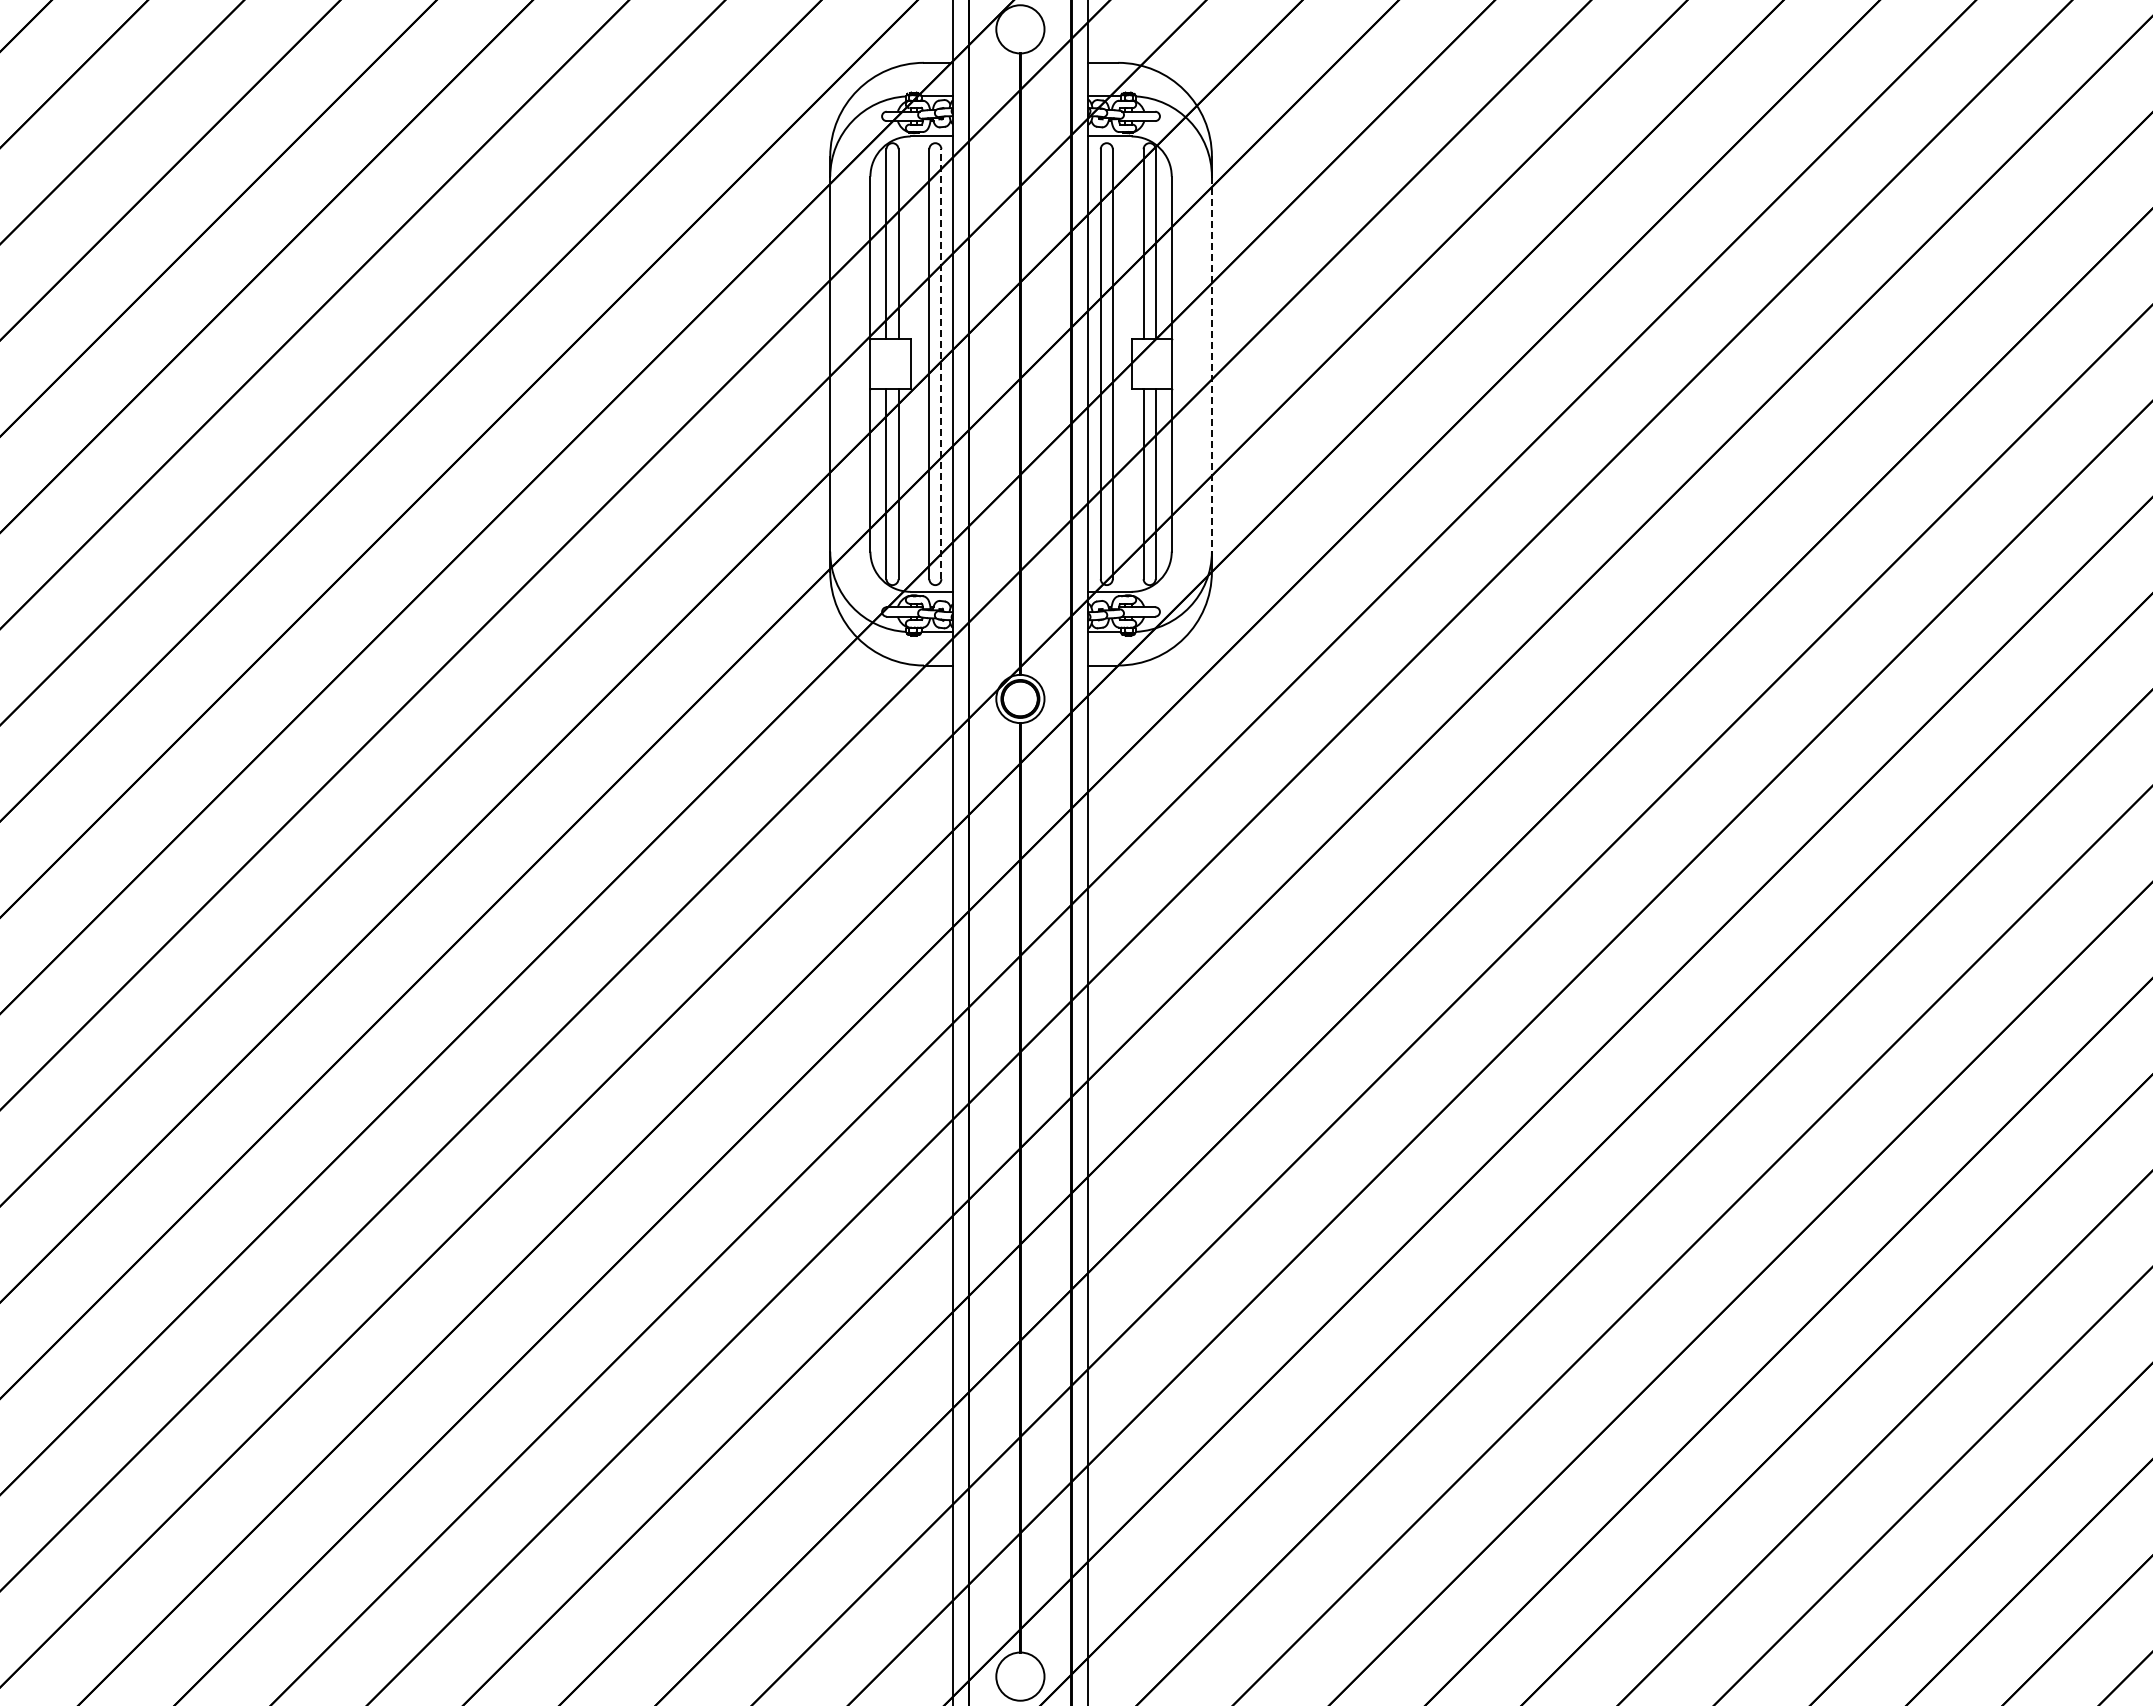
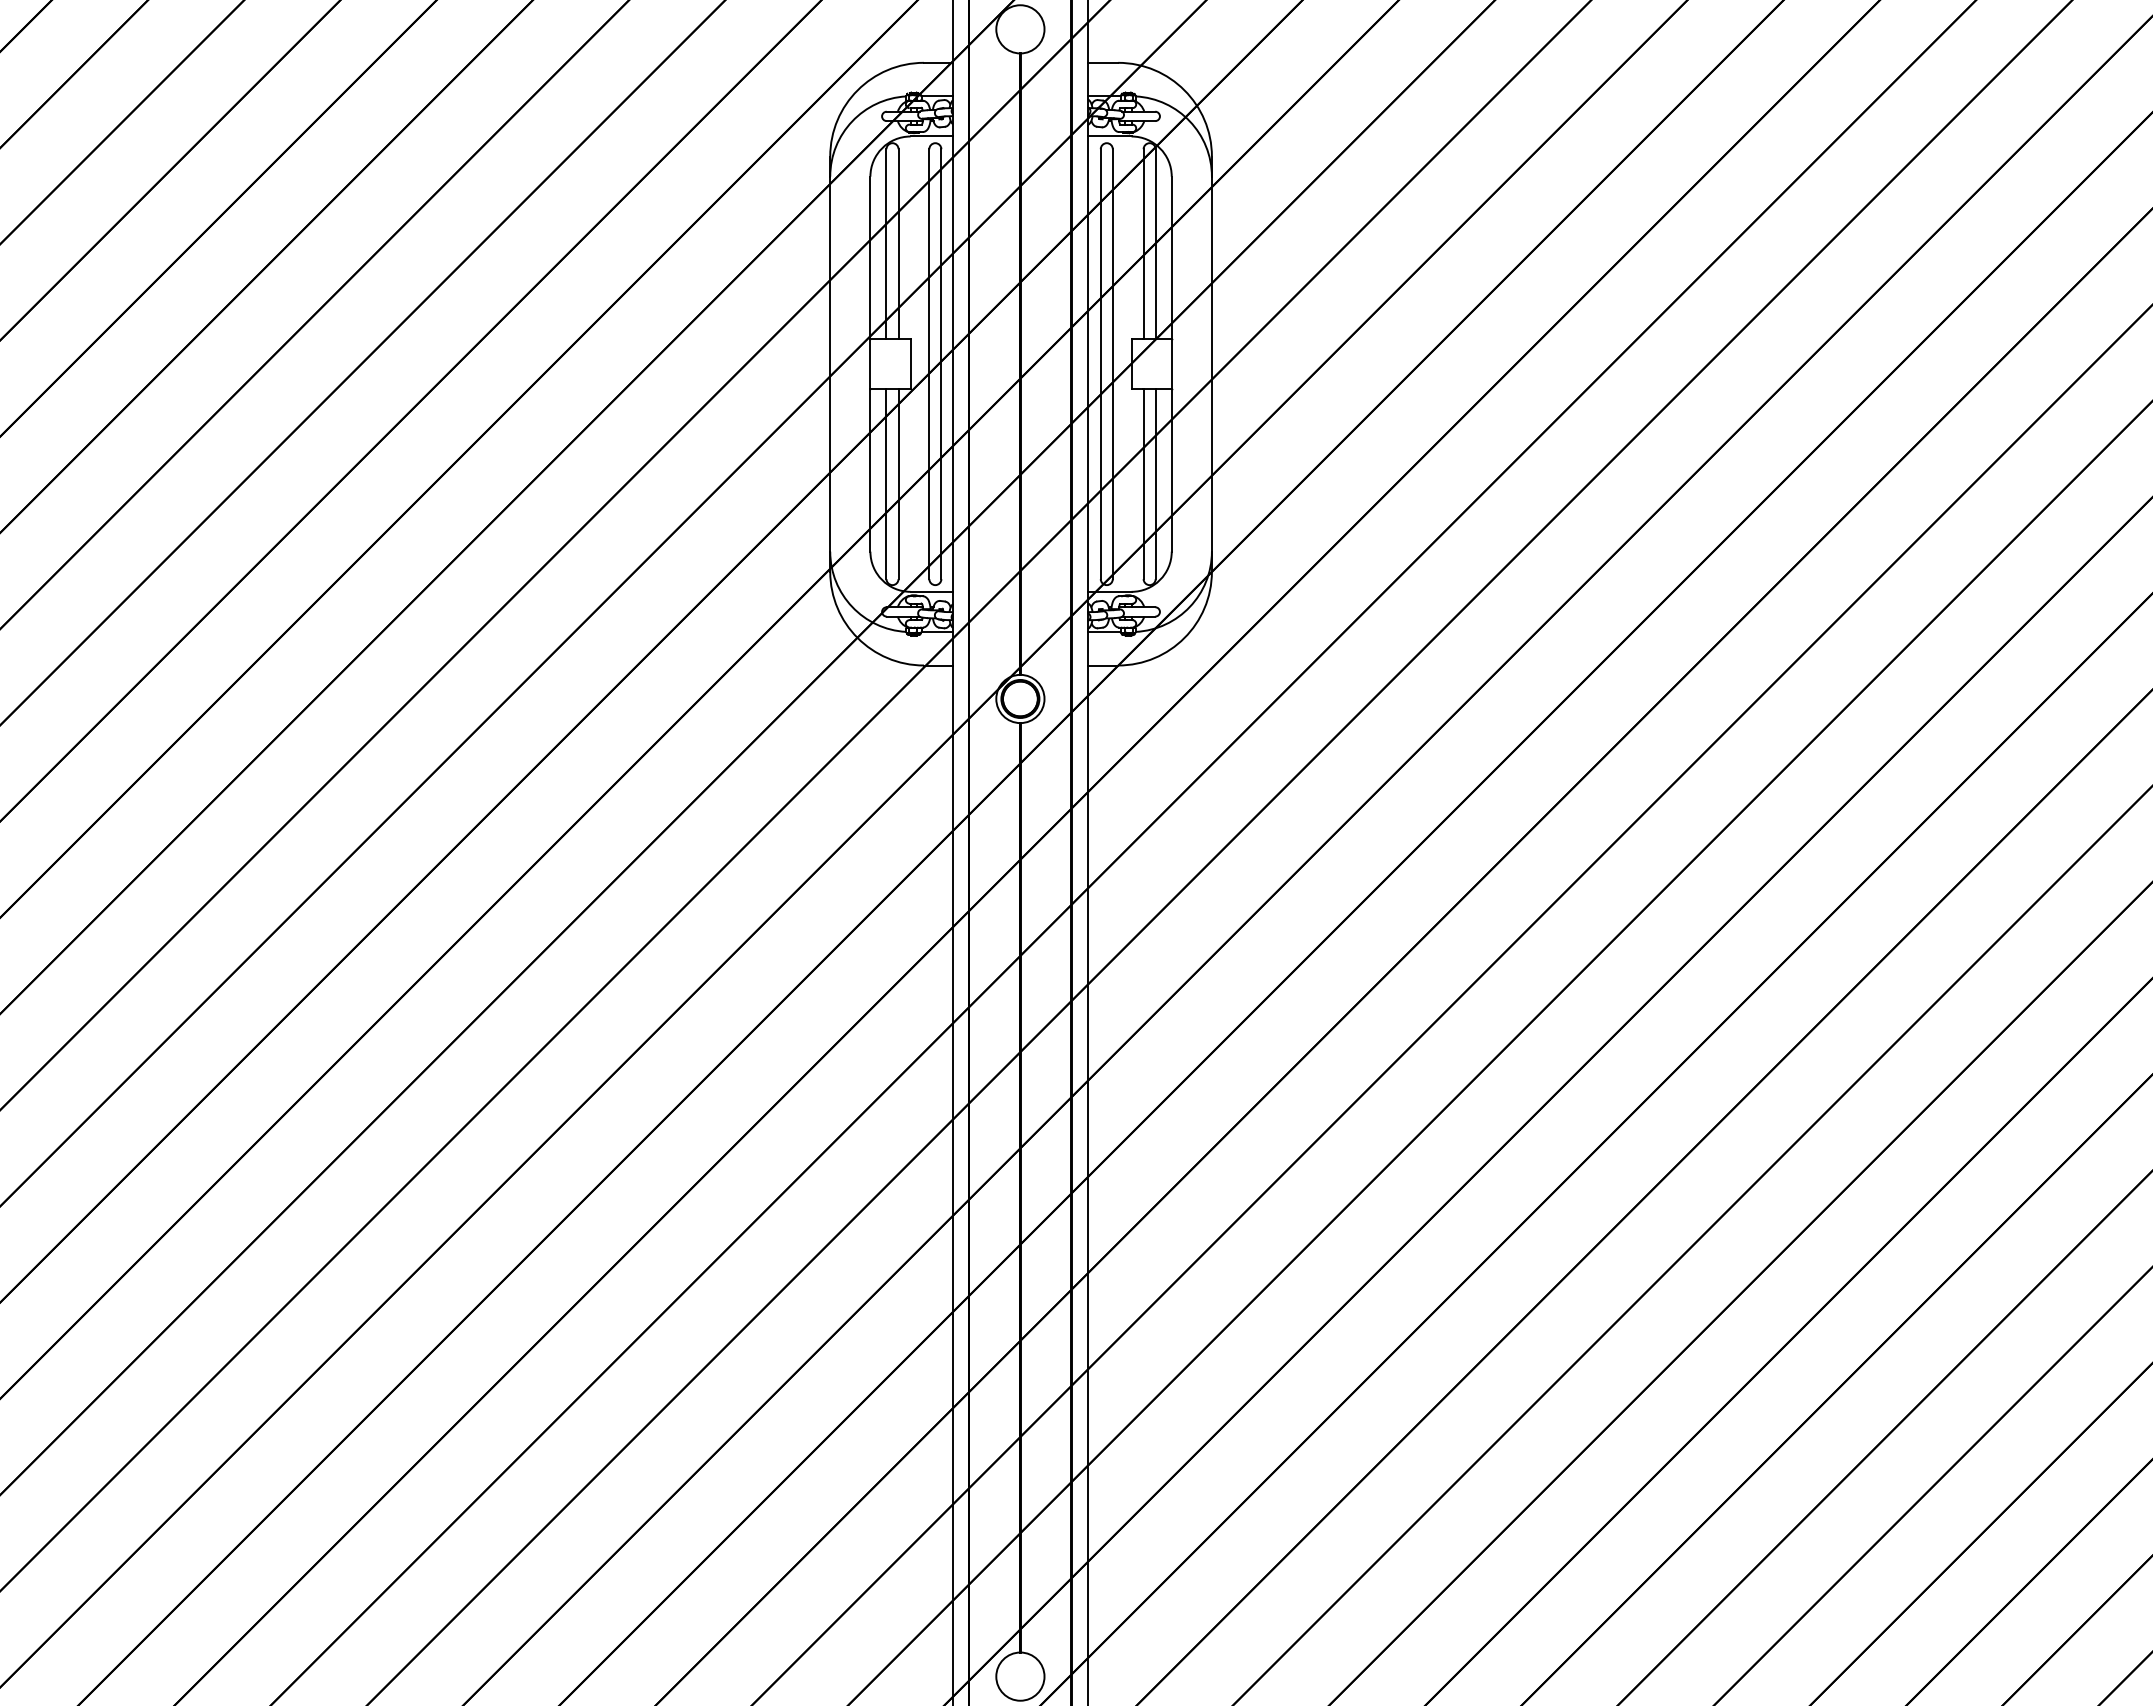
line at (941, 364): dashed -> solid
line at (1211, 364): dashed -> solid
